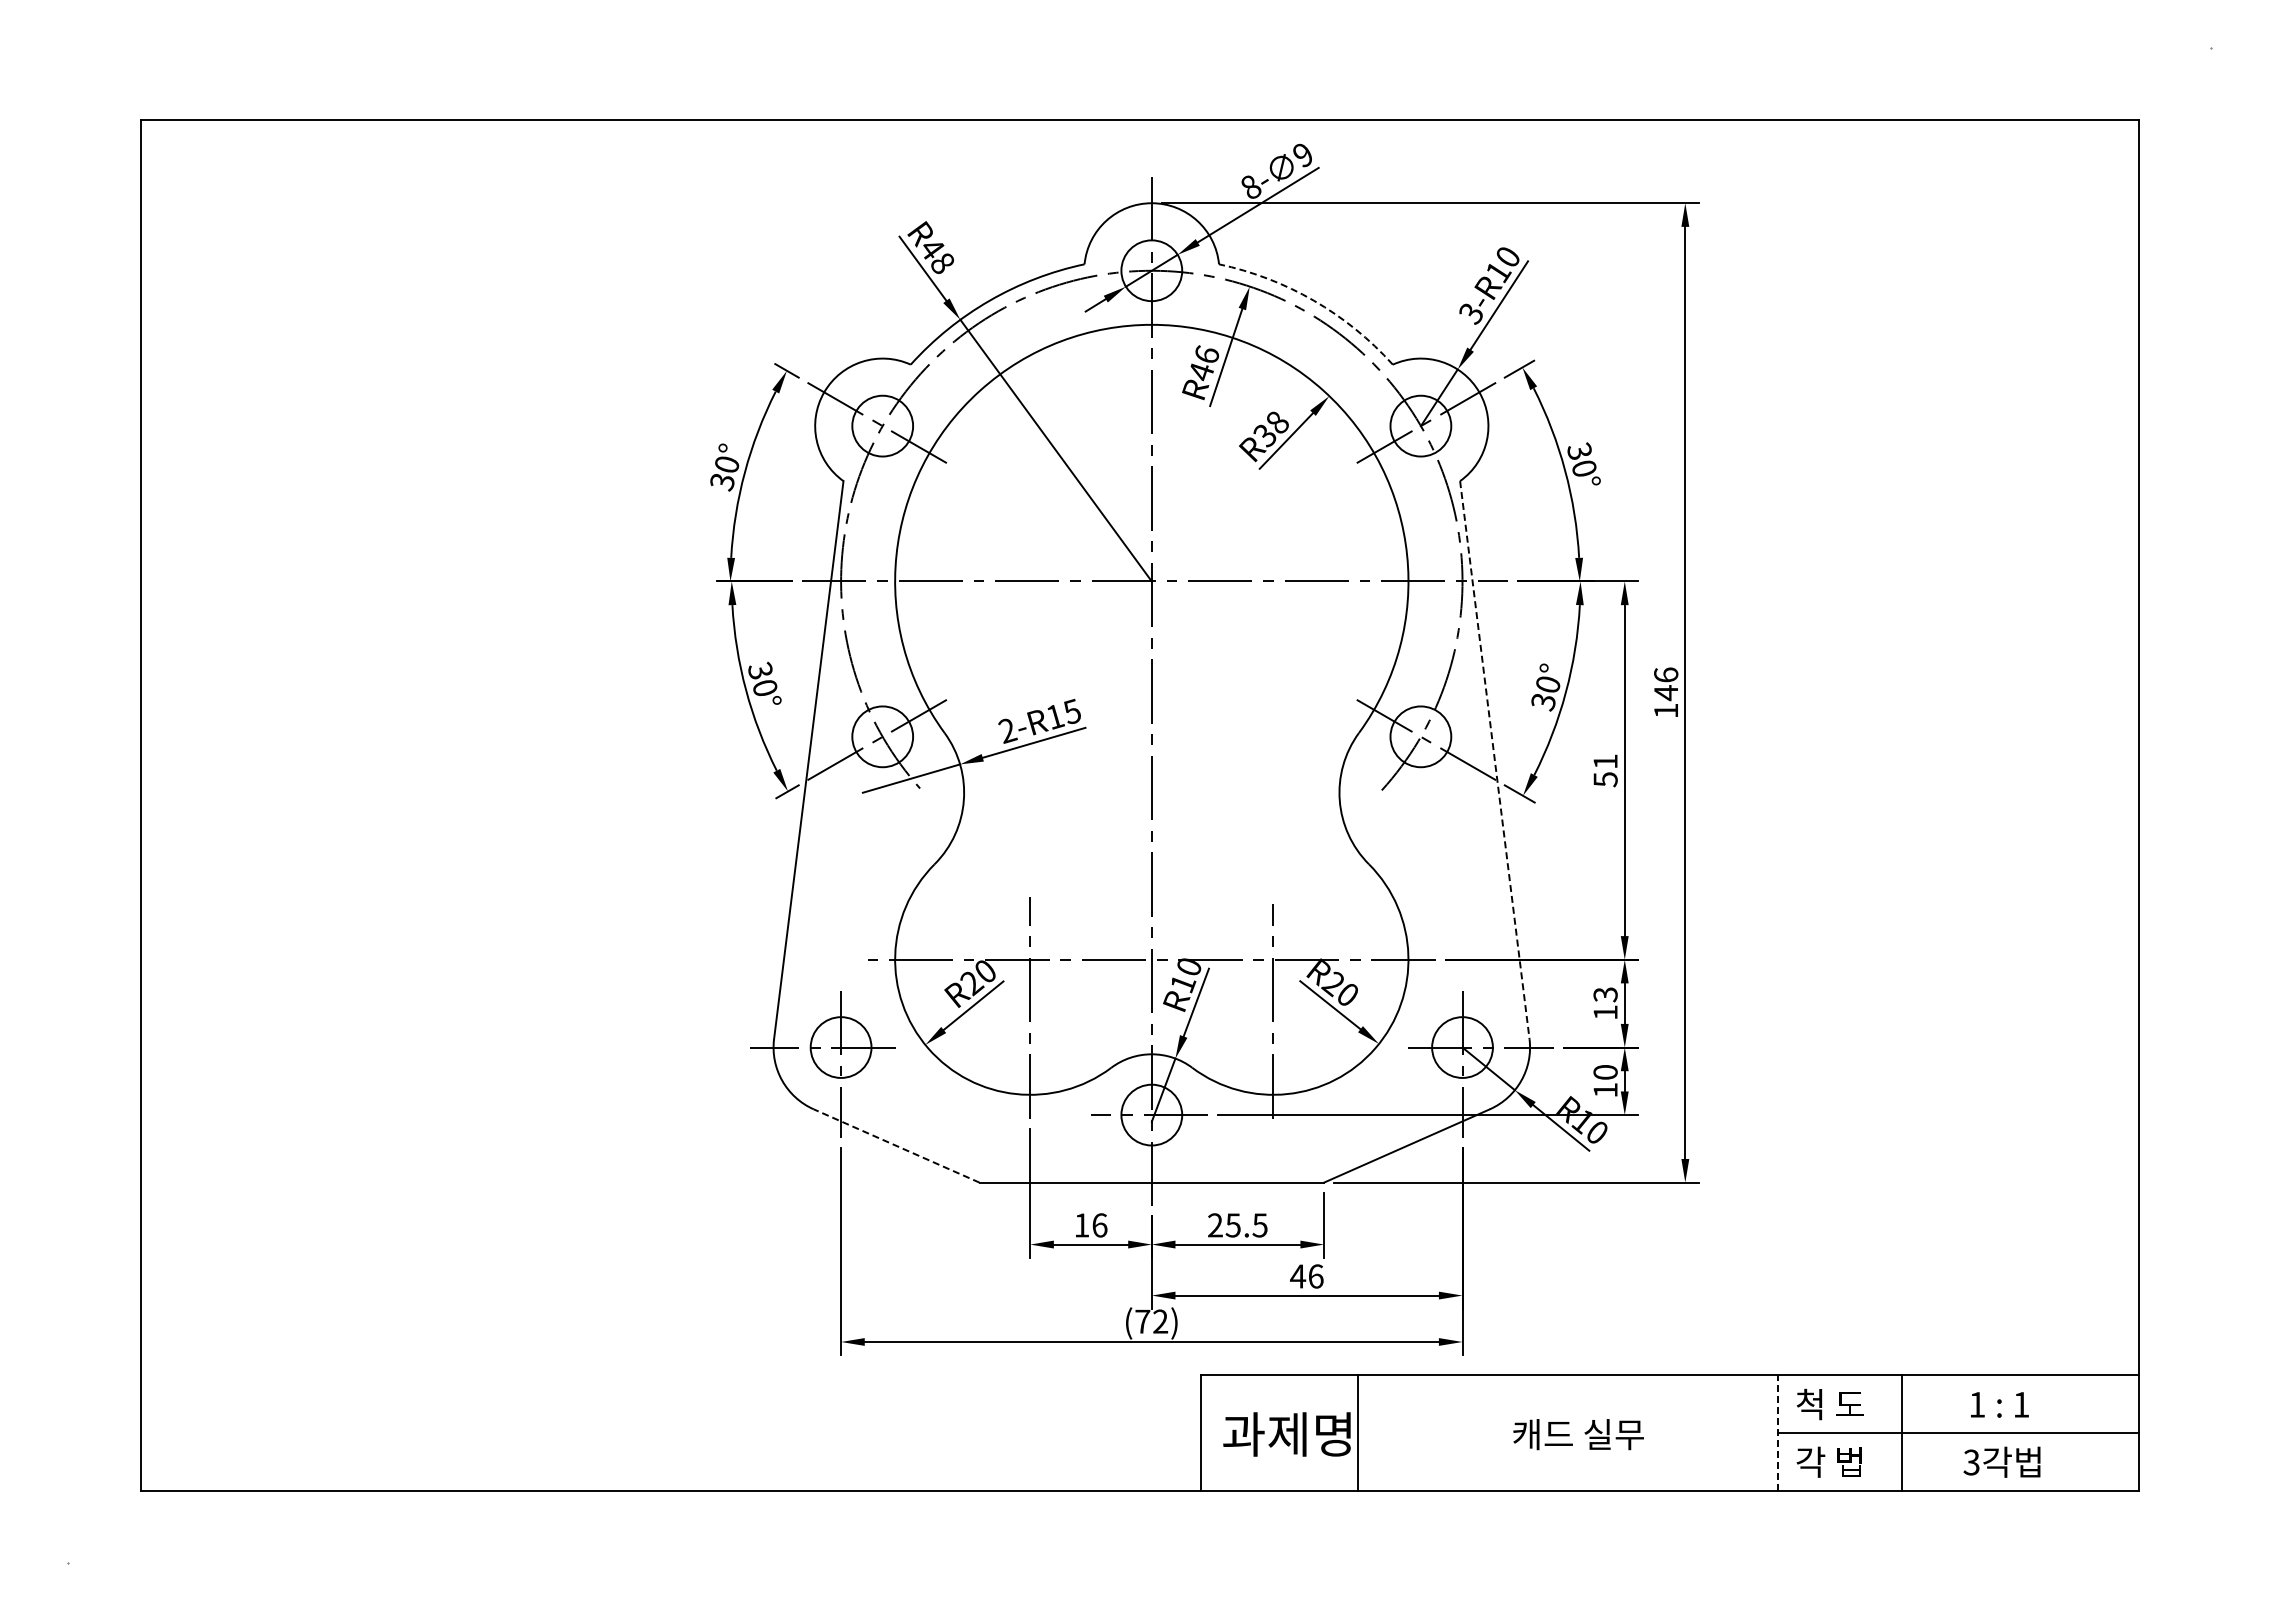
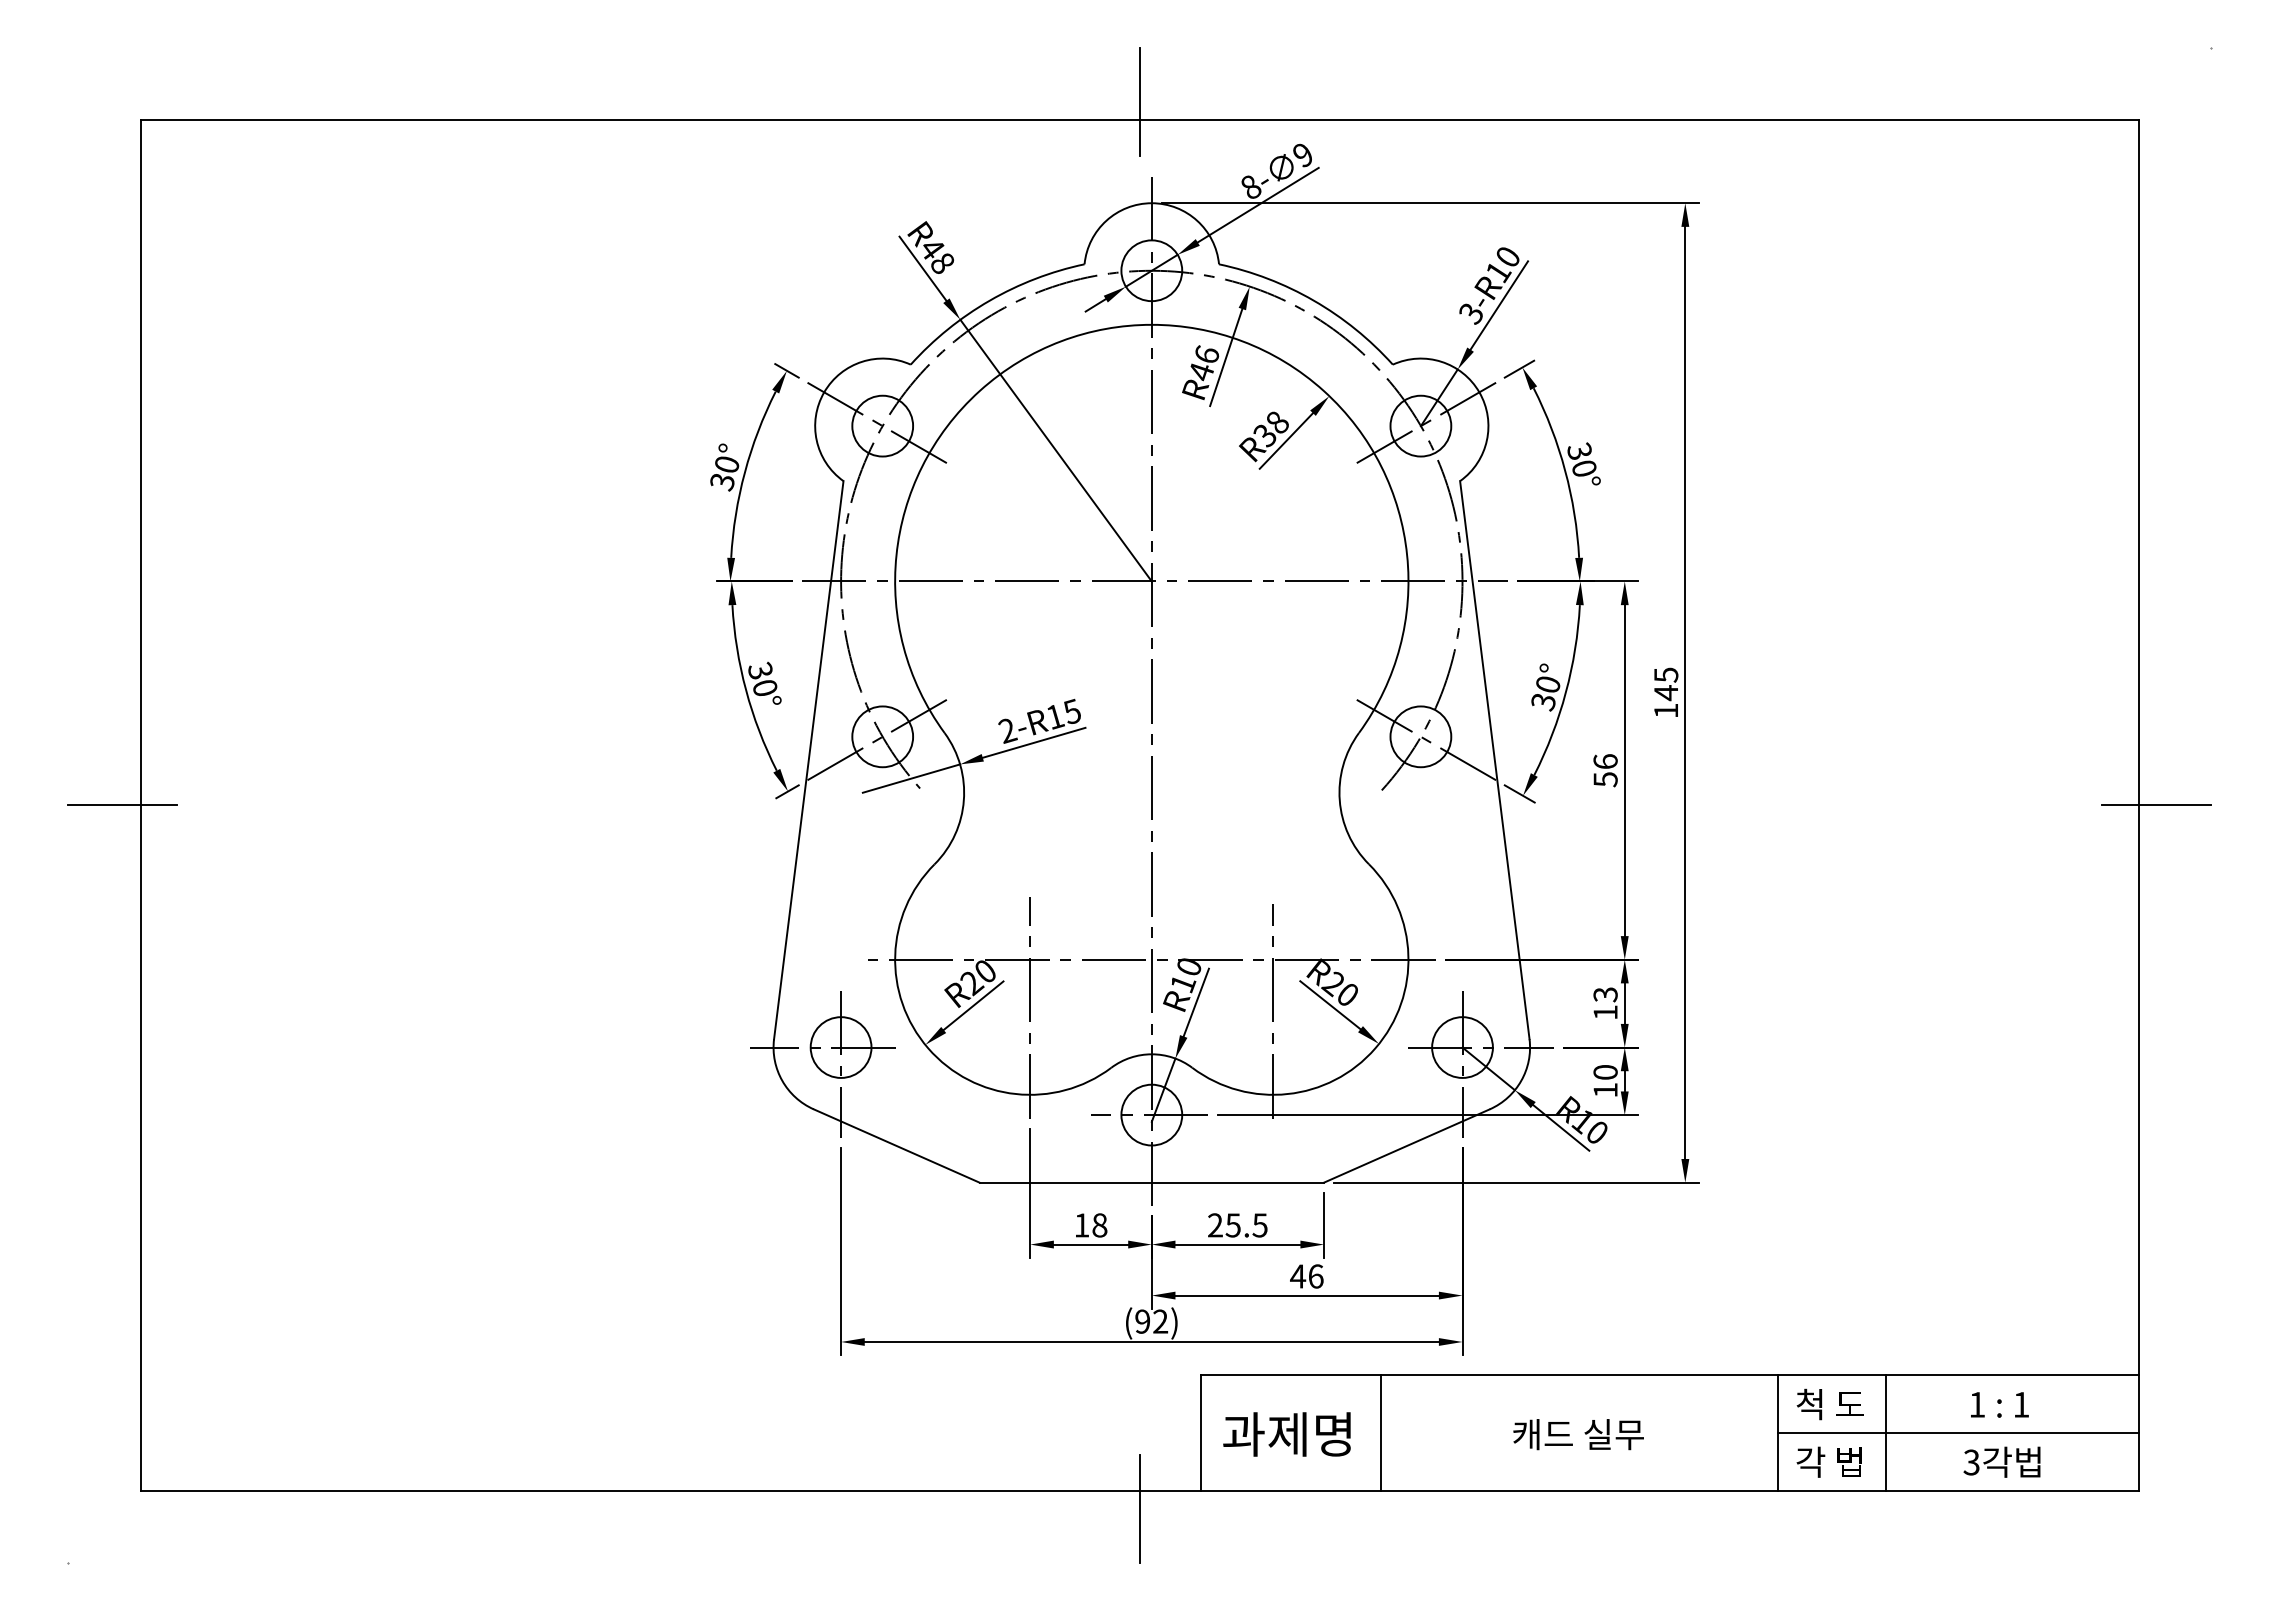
line at (1139, 102): none -> present
arc at (1313, 300): dashed -> solid
text at (1666, 674): 146 -> 145
line at (1494, 760): dashed -> solid
text at (1605, 761): 51 -> 56
line at (122, 805): none -> present
line at (2156, 805): none -> present
line at (896, 1145): dashed -> solid
text at (1099, 1225): 16 -> 18
text at (1142, 1321): (72) -> (92)
line at (1358, 1432) position: (1358, 1432) -> (1381, 1432)
line at (1902, 1432) position: (1902, 1432) -> (1886, 1432)
line at (1777, 1433): dashed -> solid
line at (1139, 1508): none -> present
